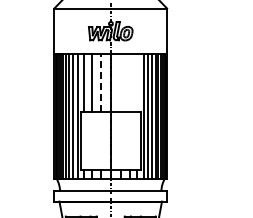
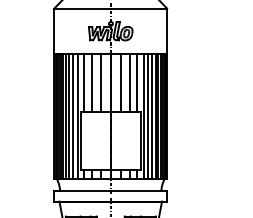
line at (100, 82): dashed -> solid
line at (120, 82): none -> present
line at (137, 82): none -> present
line at (129, 83): none -> present
